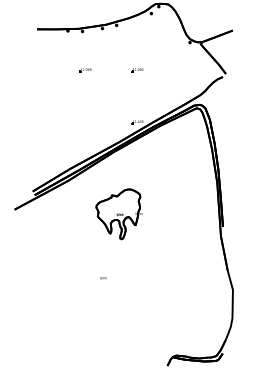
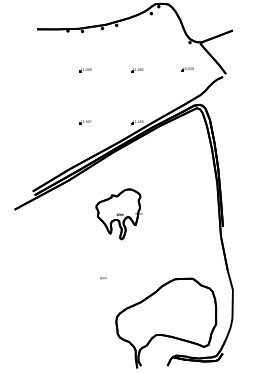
part at (187, 69): none -> present
part at (85, 122): none -> present
part at (166, 322): none -> present
